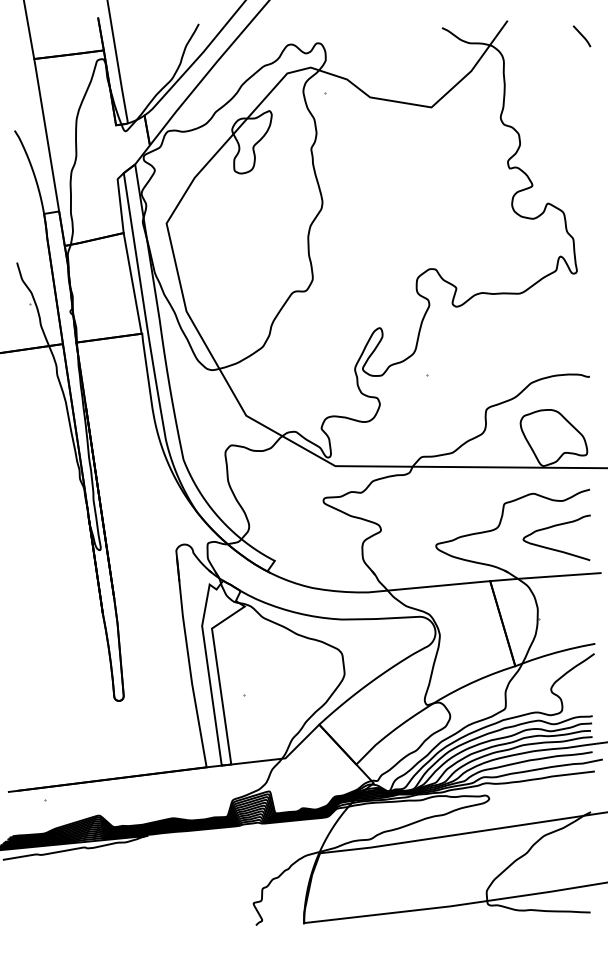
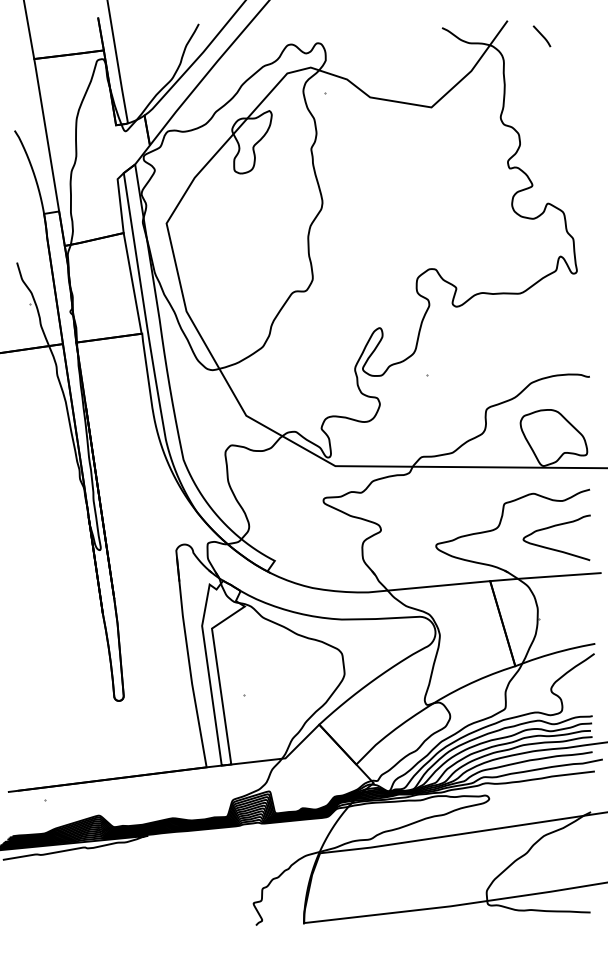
line at (581, 36) position: (581, 36) -> (541, 36)
